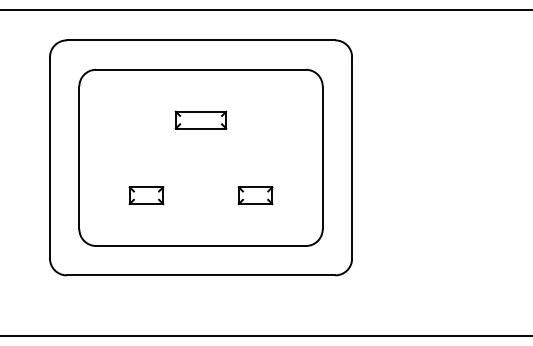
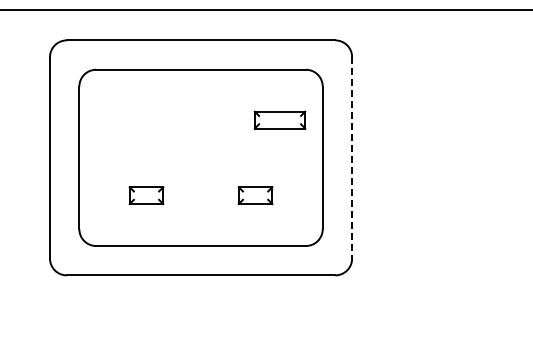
part at (200, 119) position: (200, 119) -> (279, 119)
line at (352, 157): solid -> dashed
line at (265, 335): present -> none
